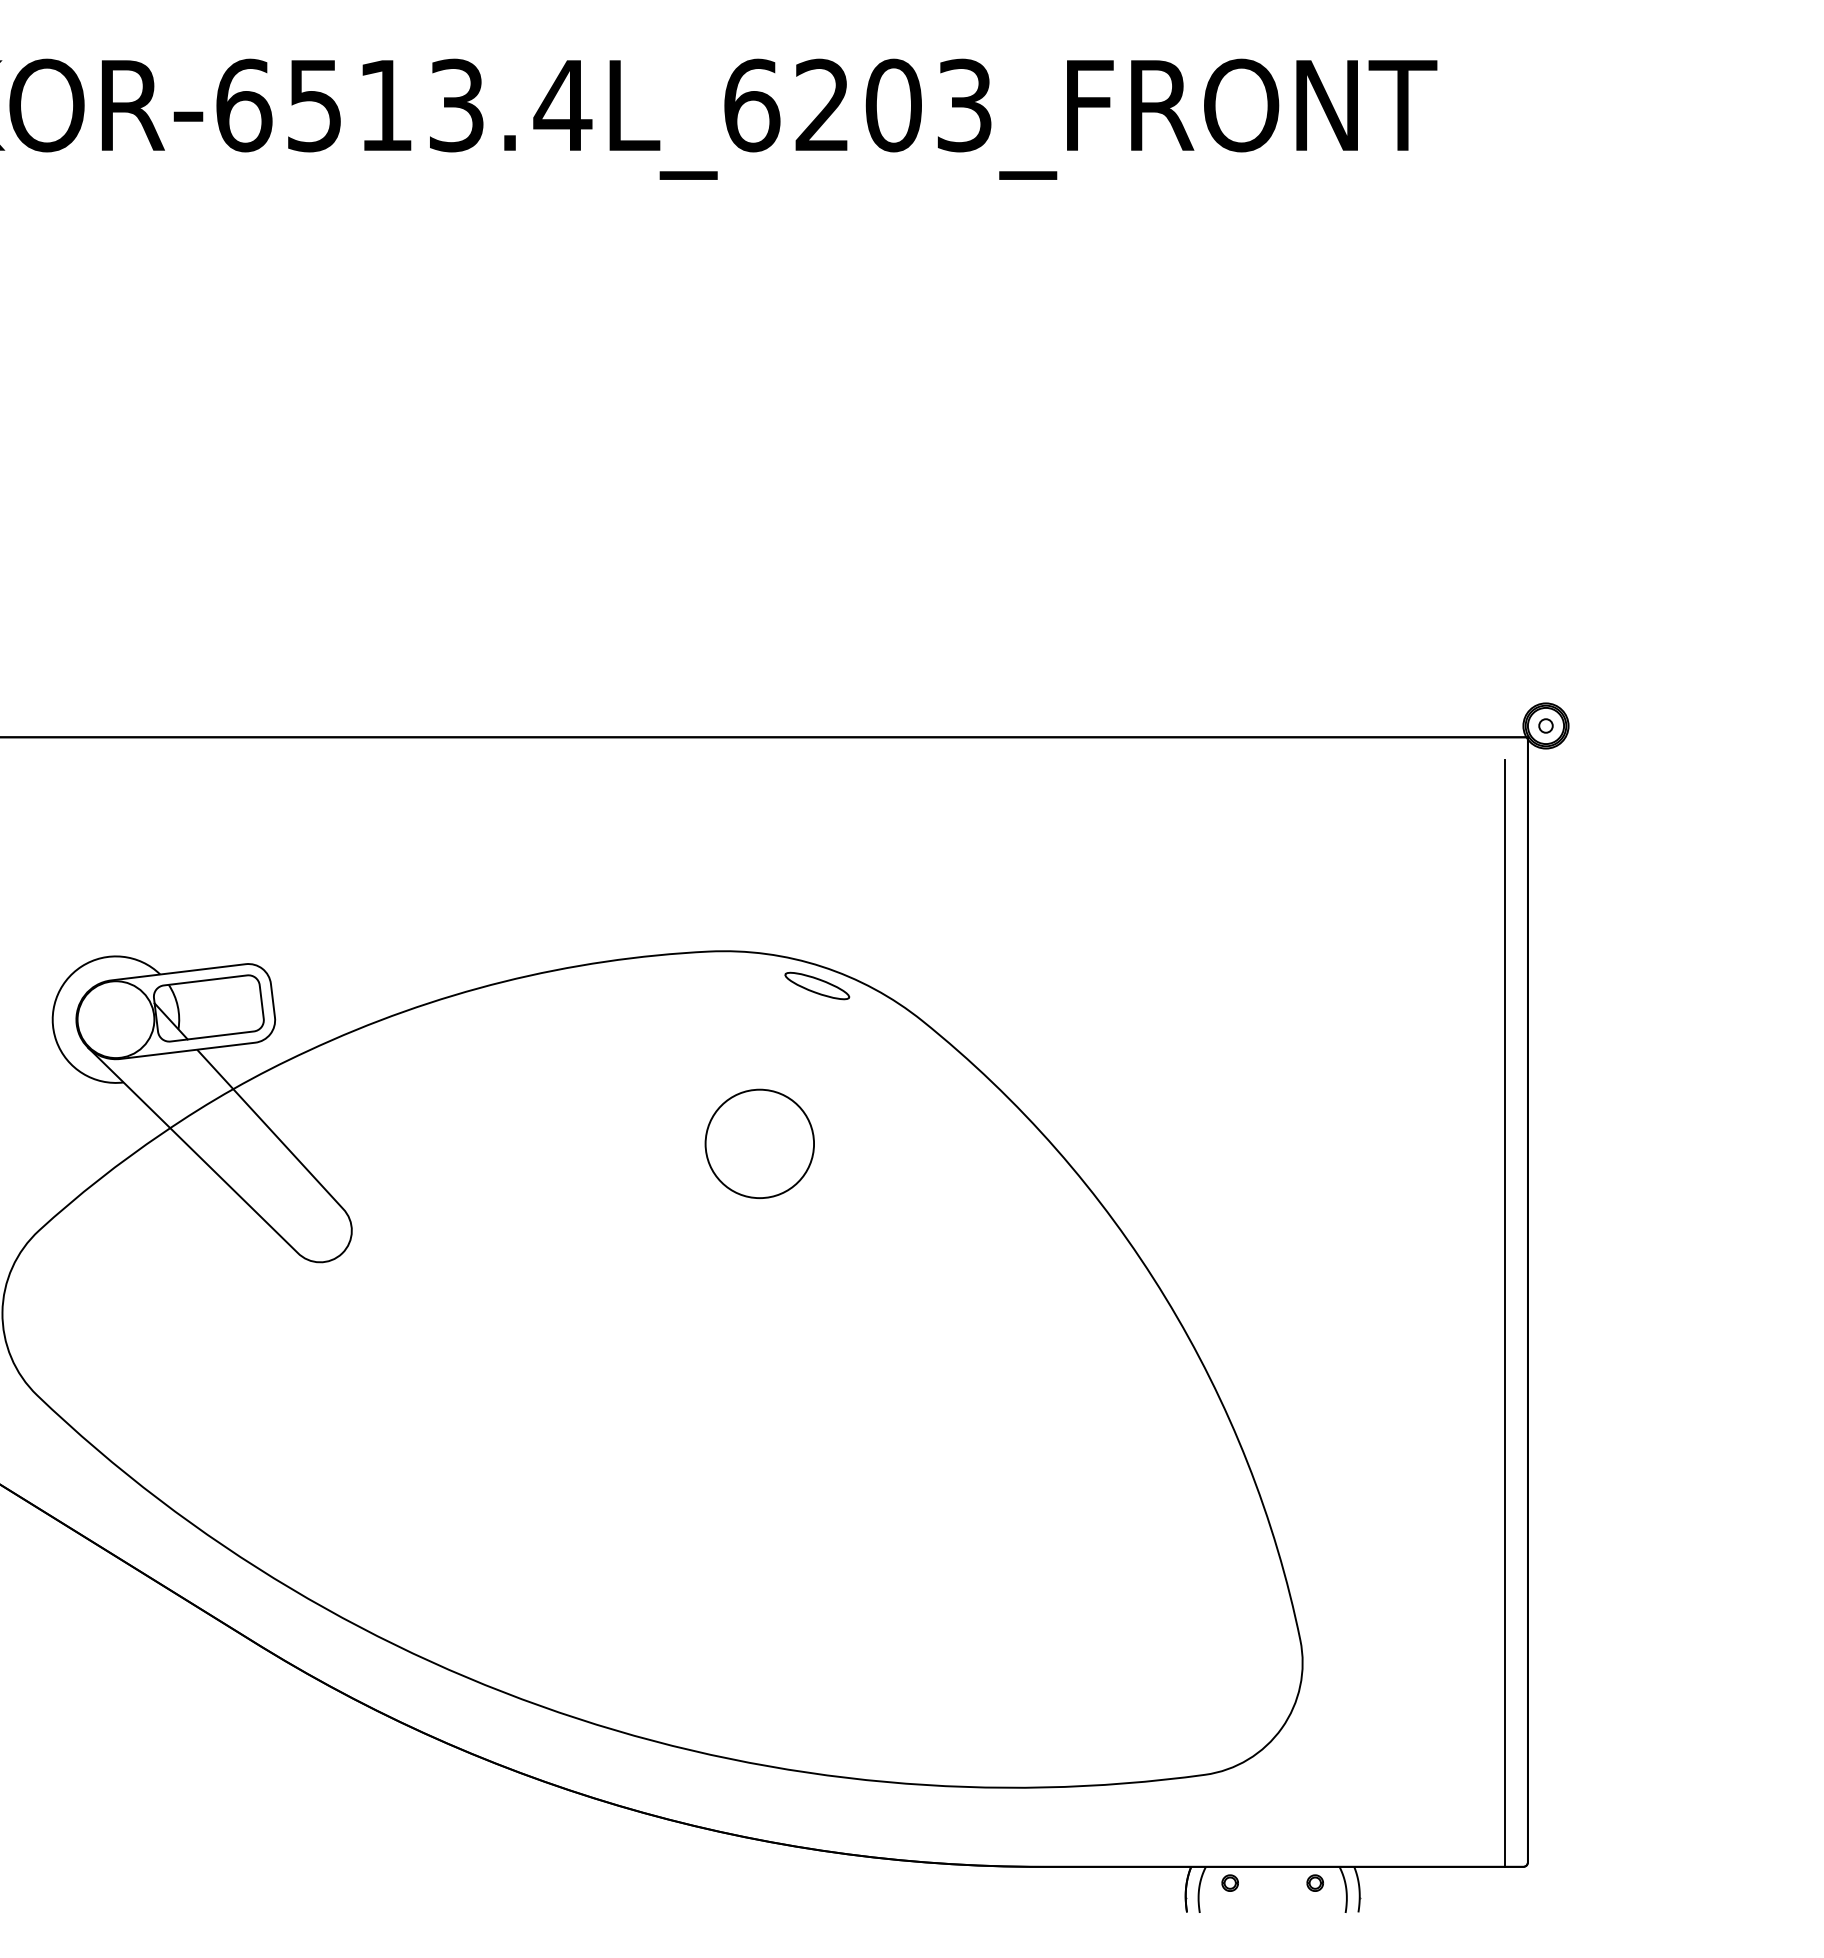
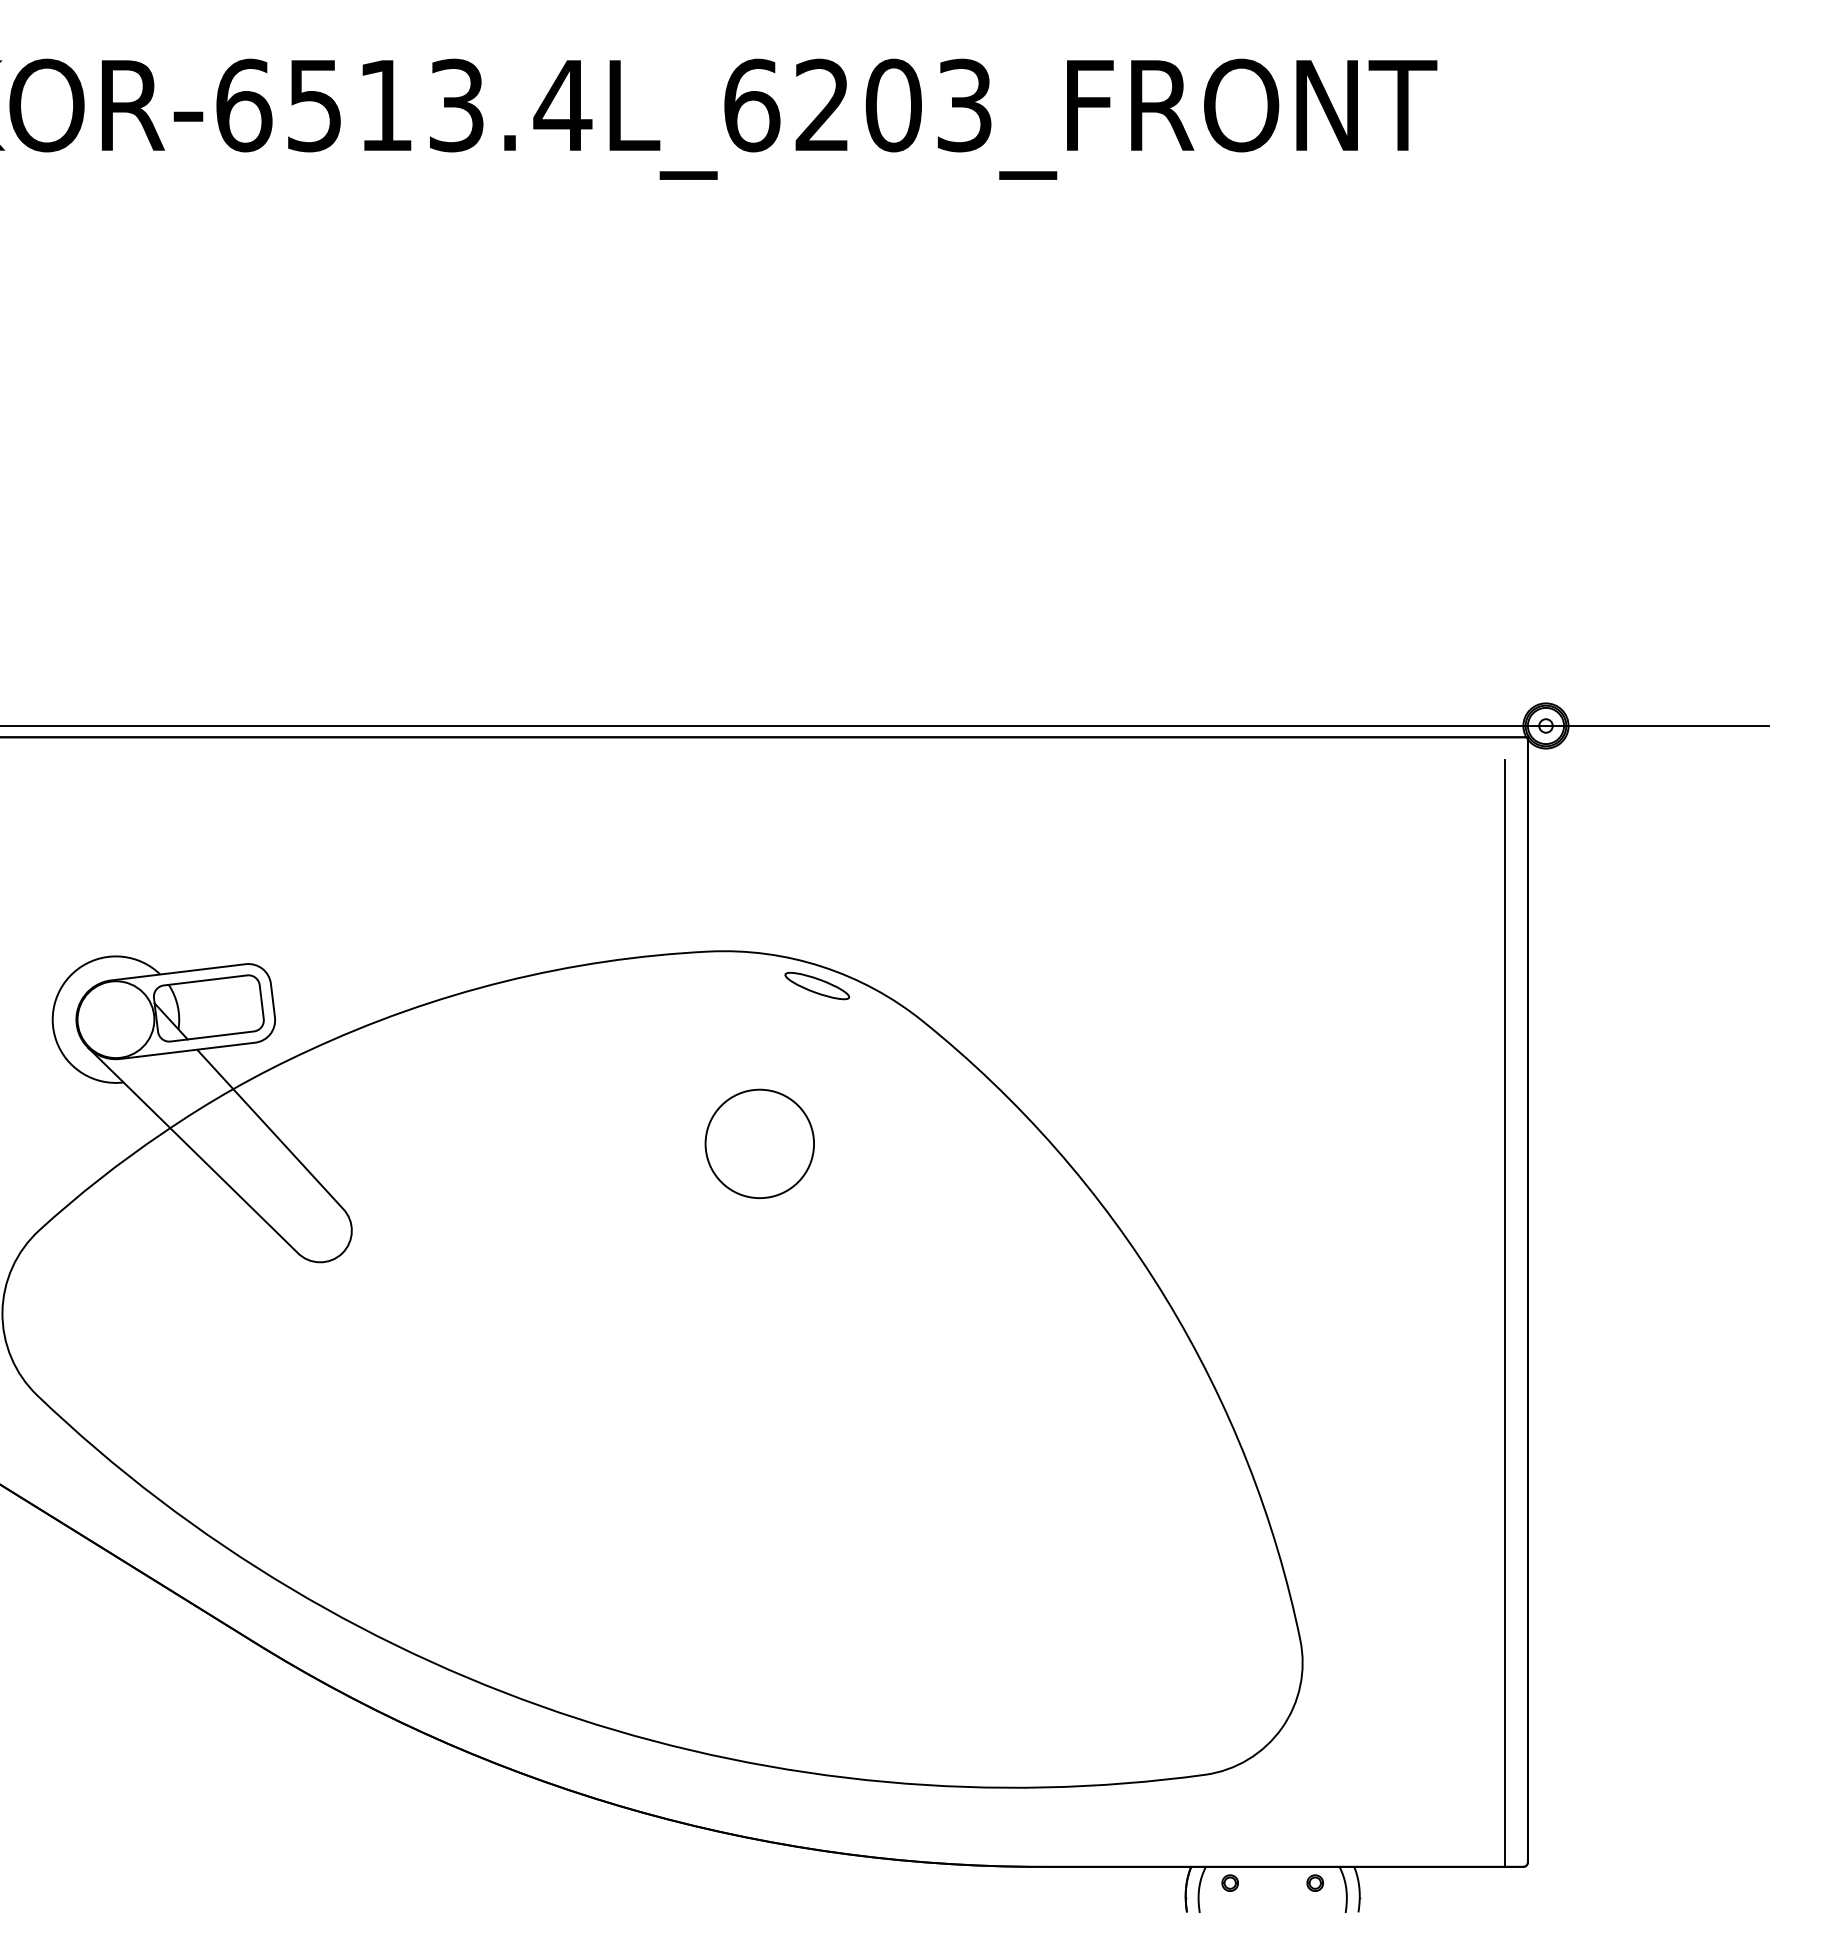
line at (885, 725): none -> present
